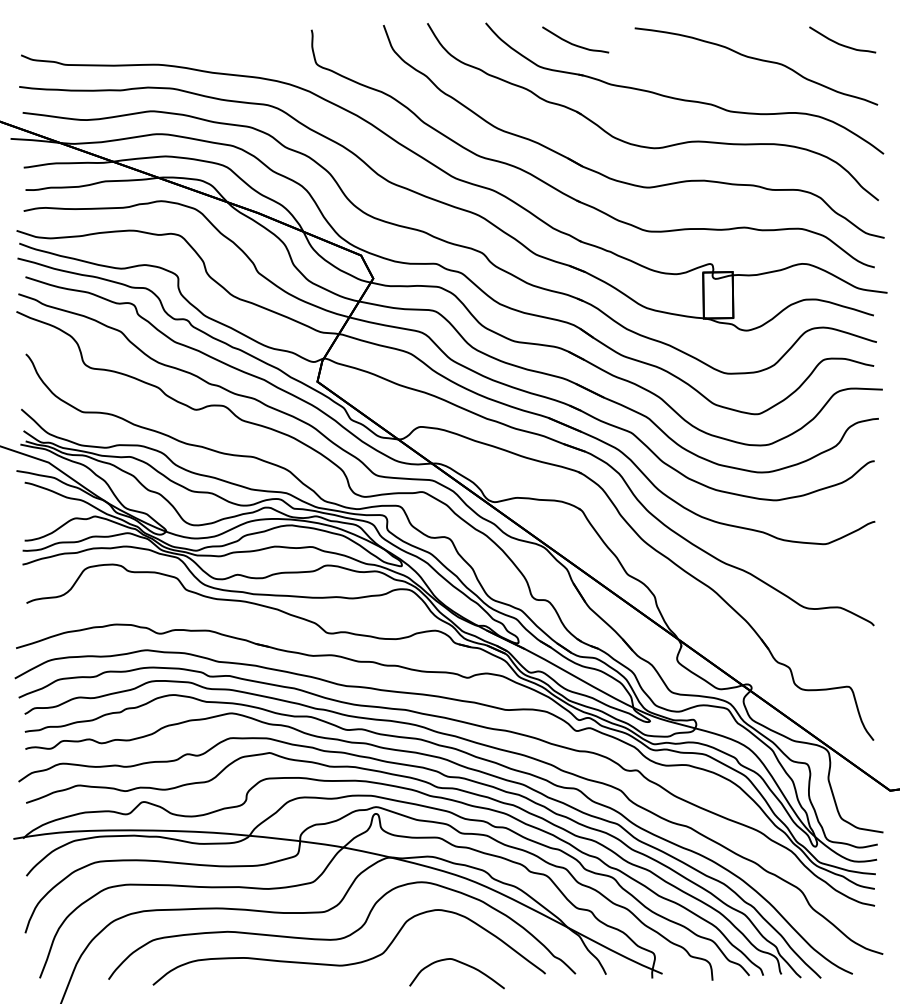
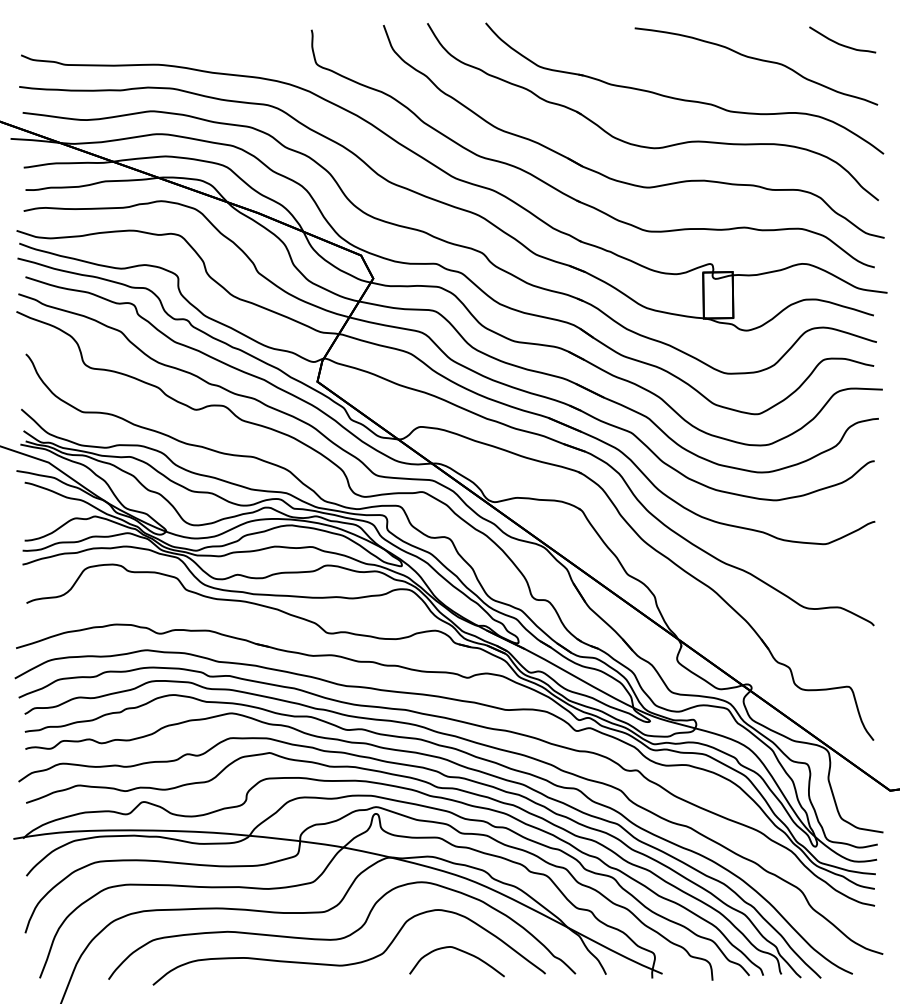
curve at (573, 43): present -> none
curve at (460, 963) position: (460, 963) -> (460, 951)
